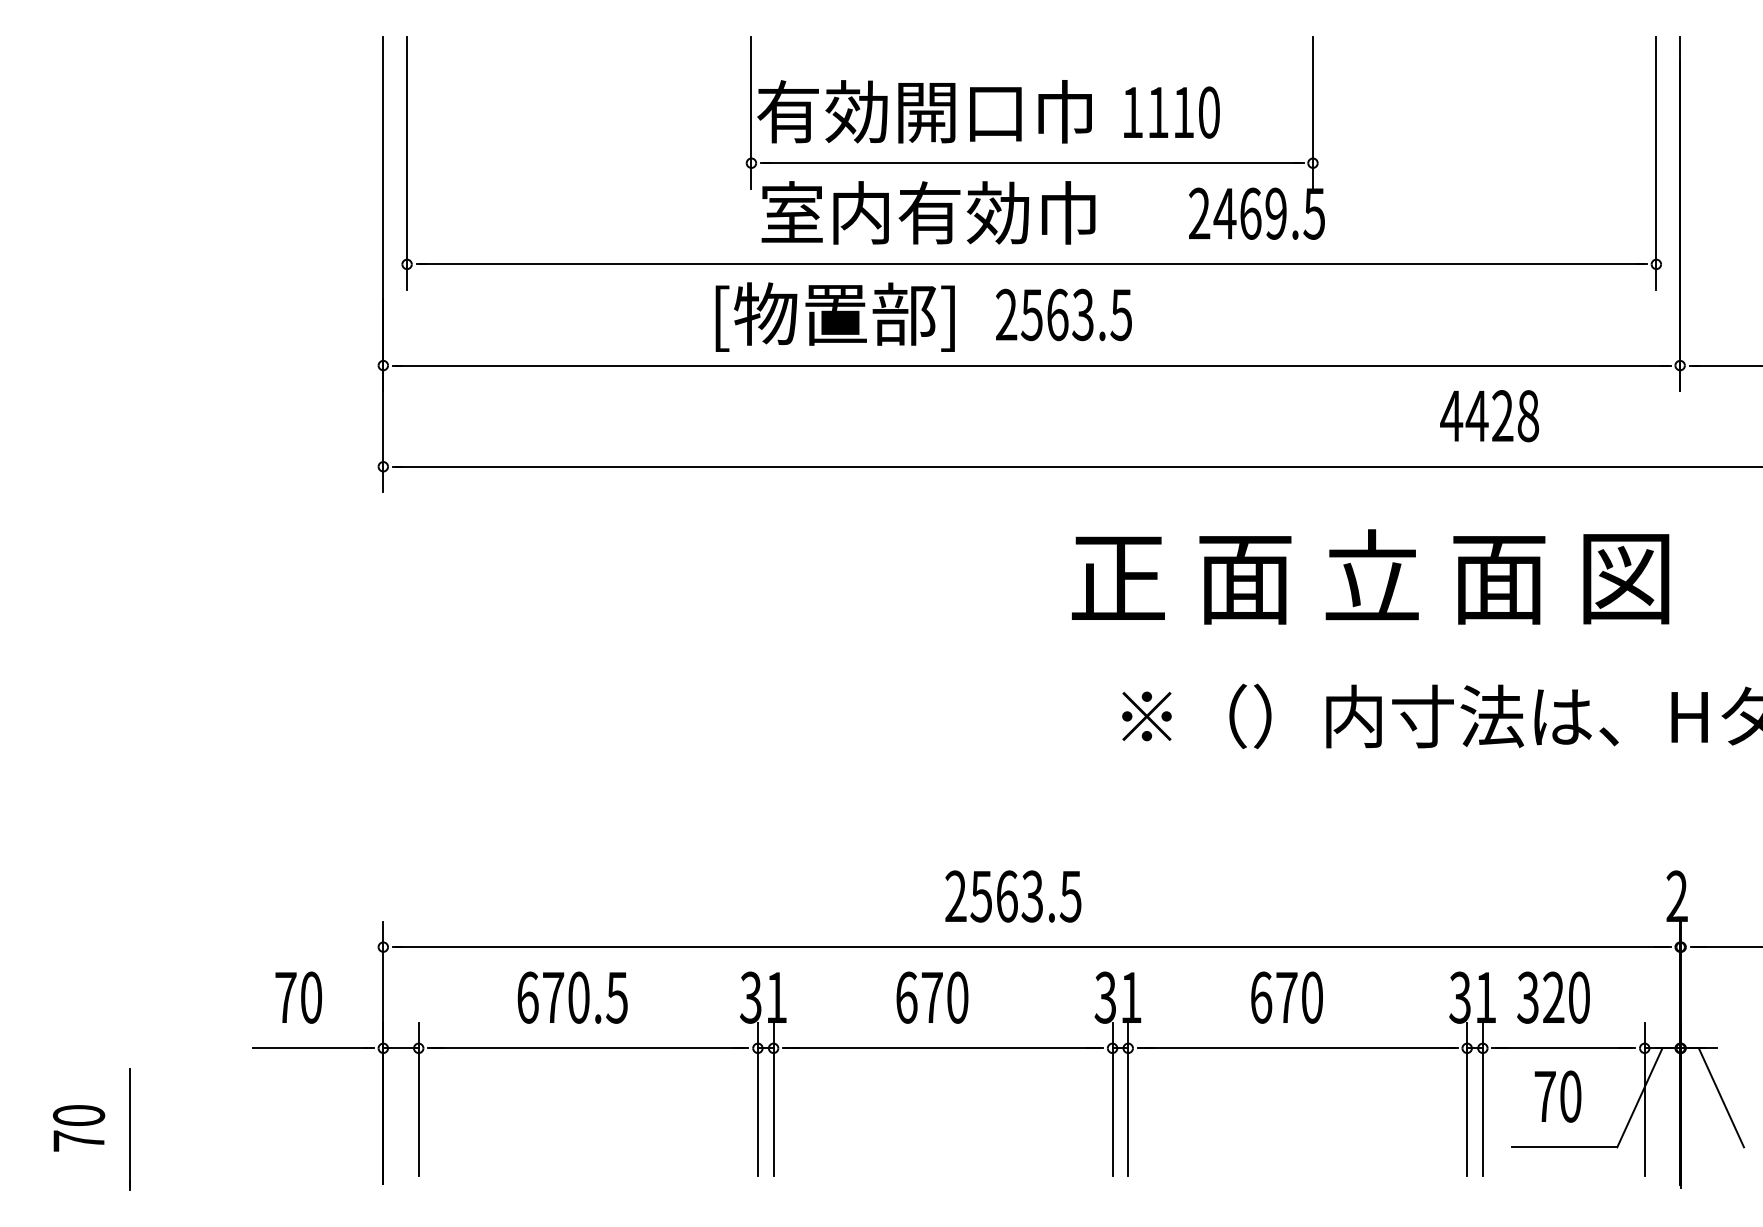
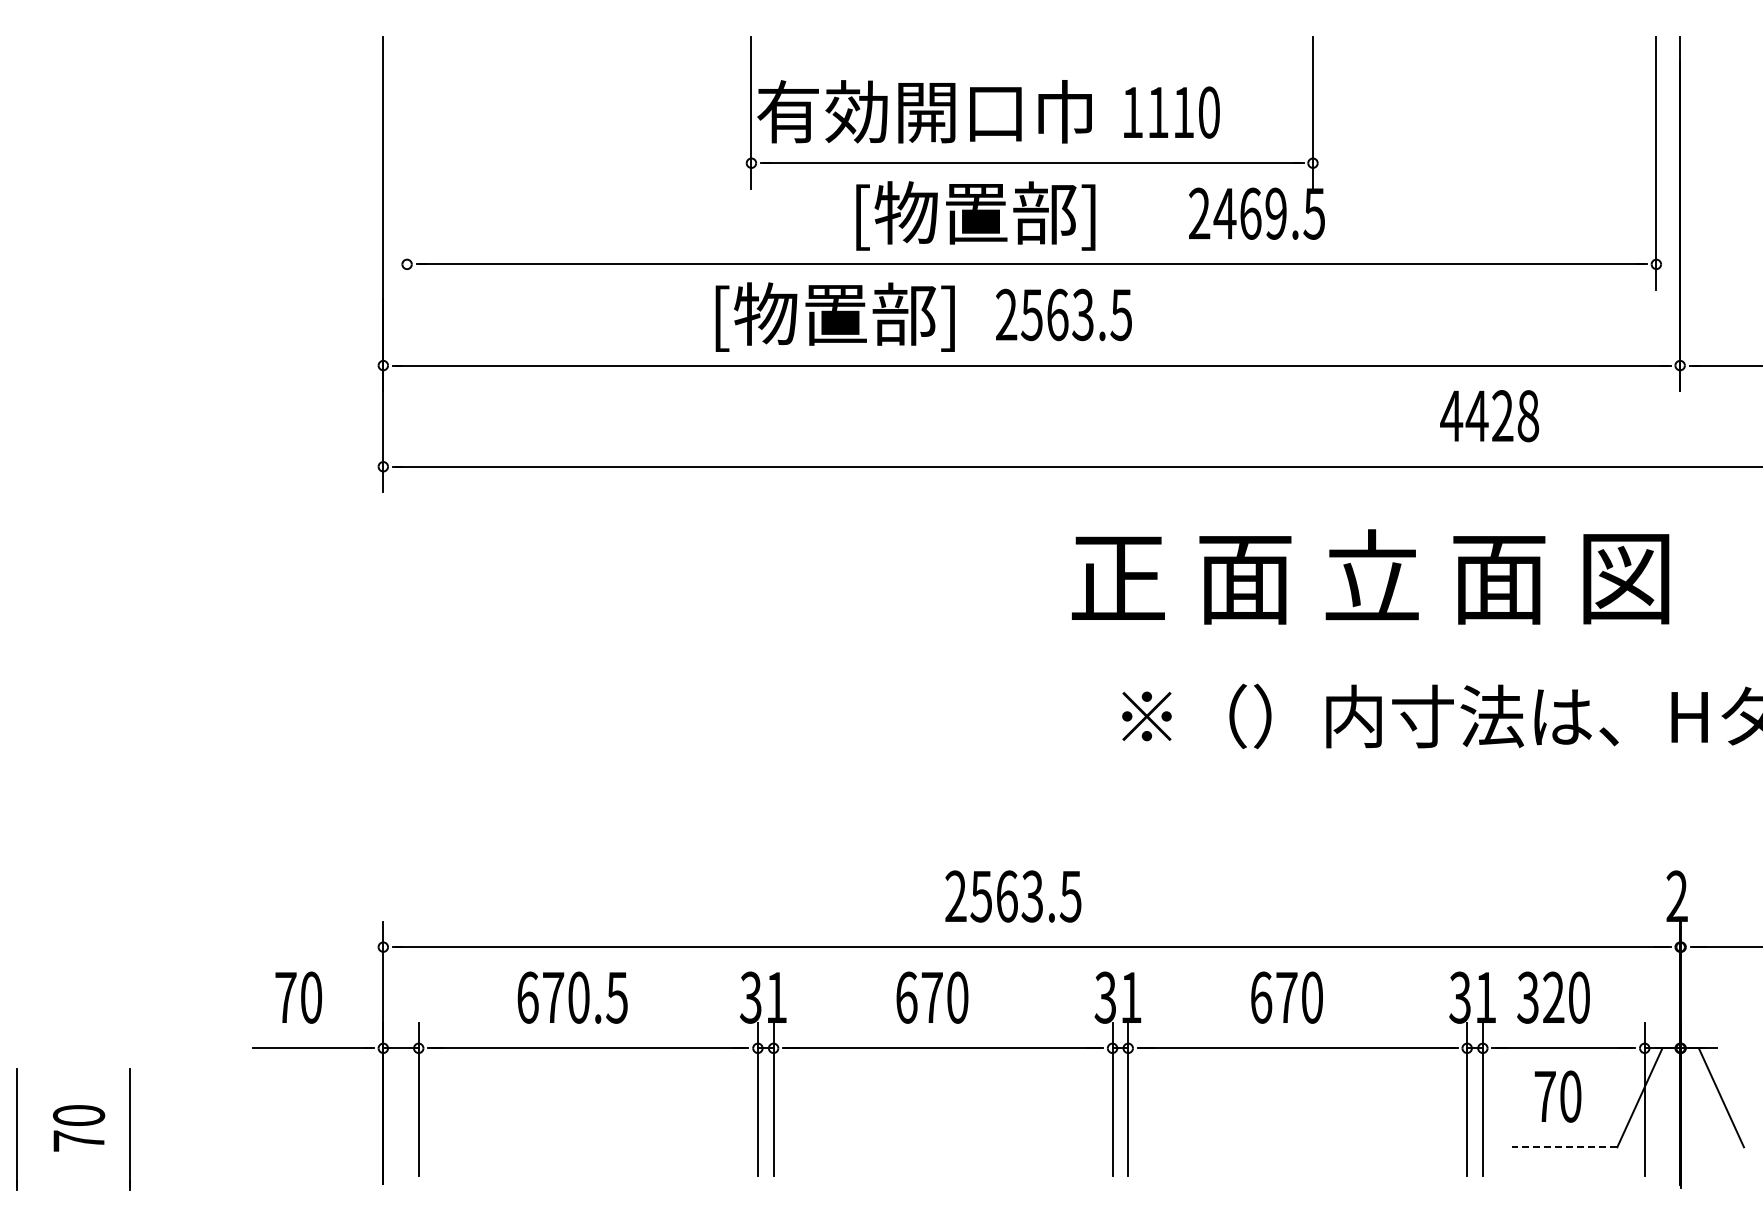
line at (407, 162): present -> none
text at (928, 215): 室内有効巾 -> [物置部]
line at (16, 1129): none -> present
line at (1564, 1147): solid -> dashed
